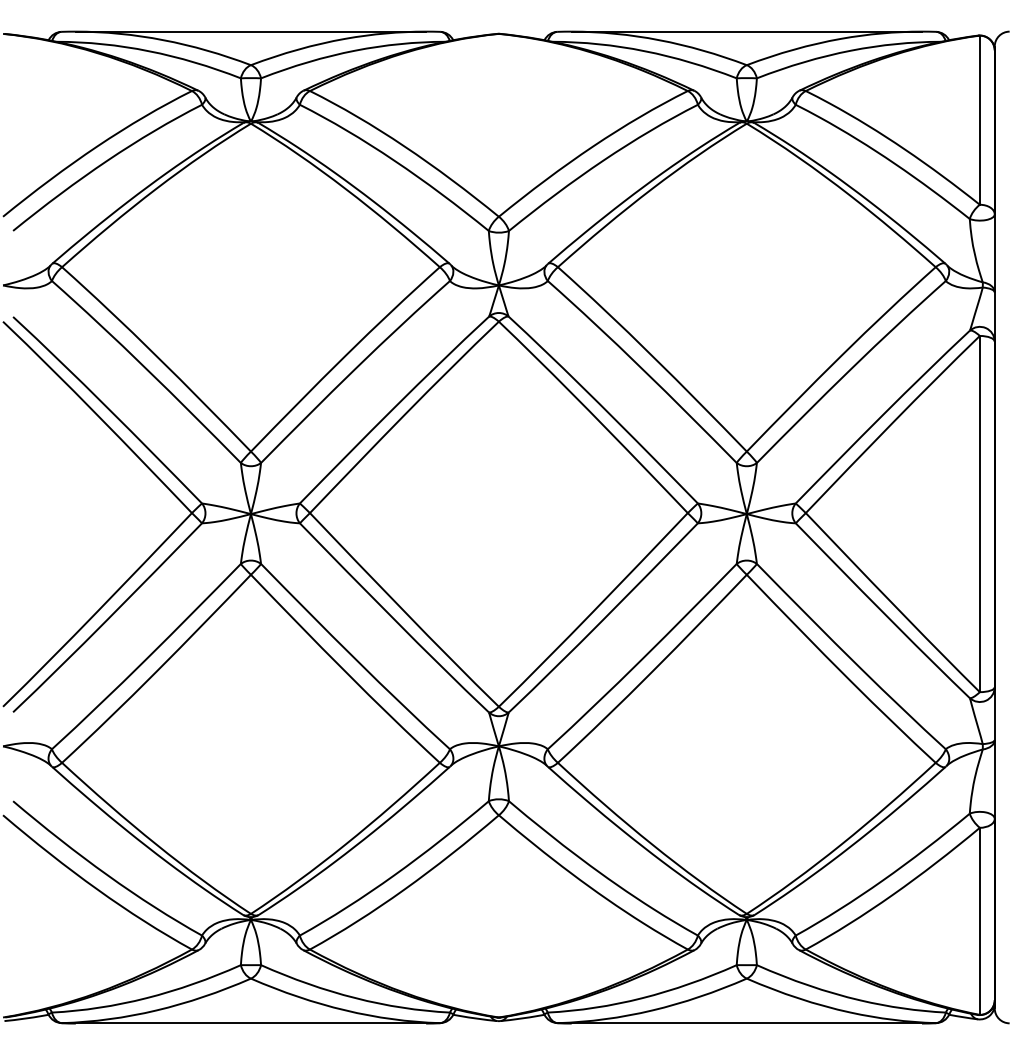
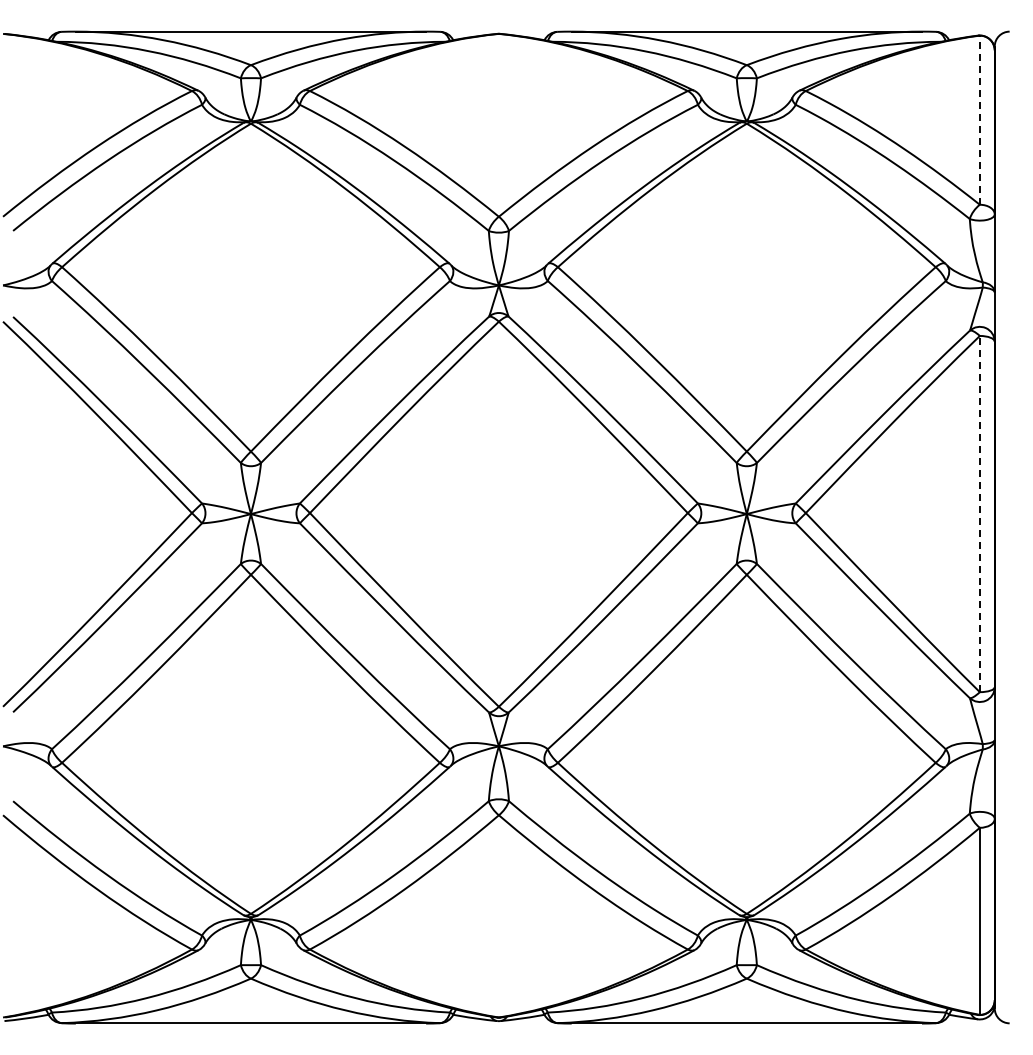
line at (979, 120): solid -> dashed
line at (979, 513): solid -> dashed
